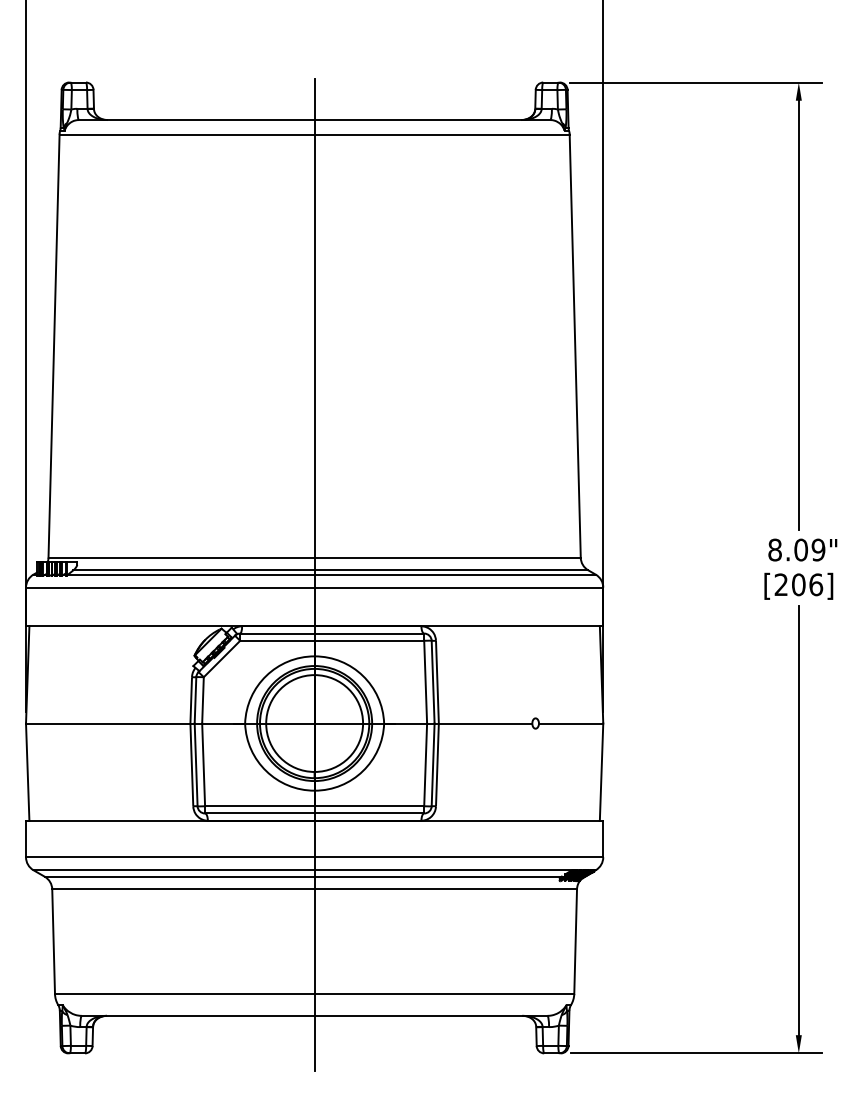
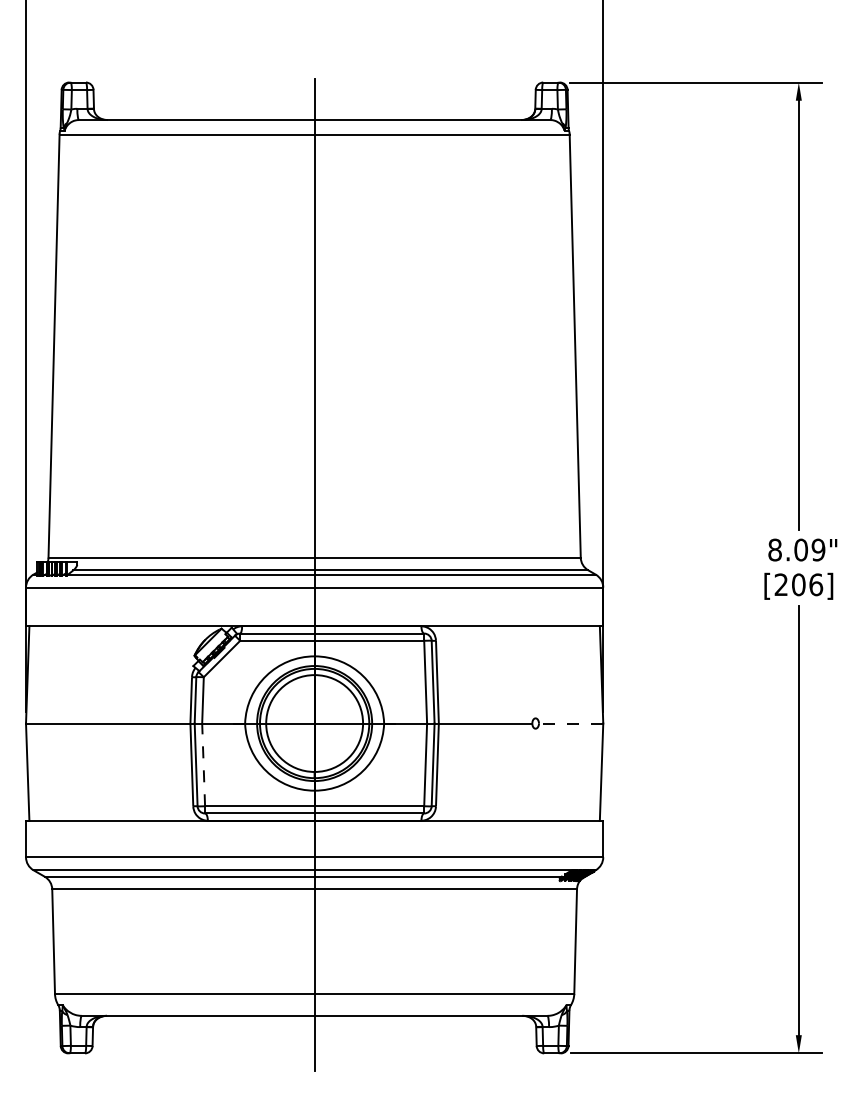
line at (570, 723): solid -> dashed
line at (203, 764): solid -> dashed
